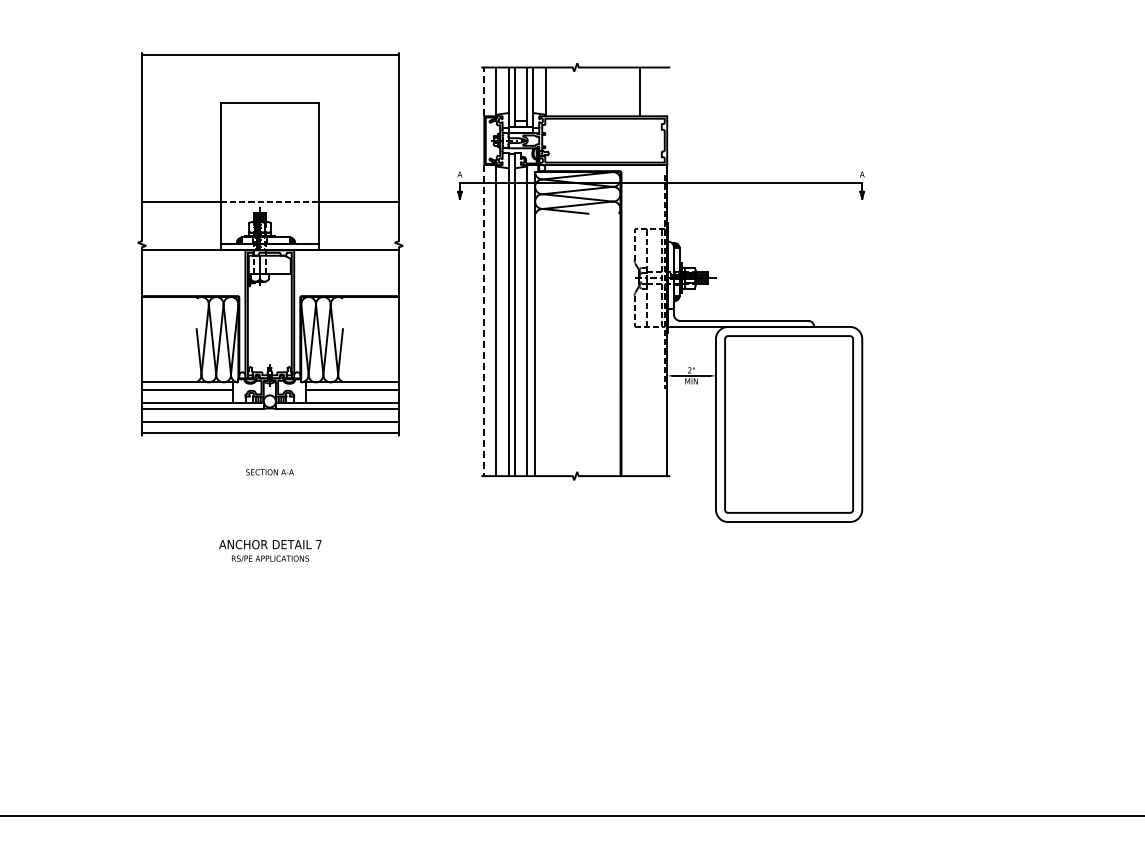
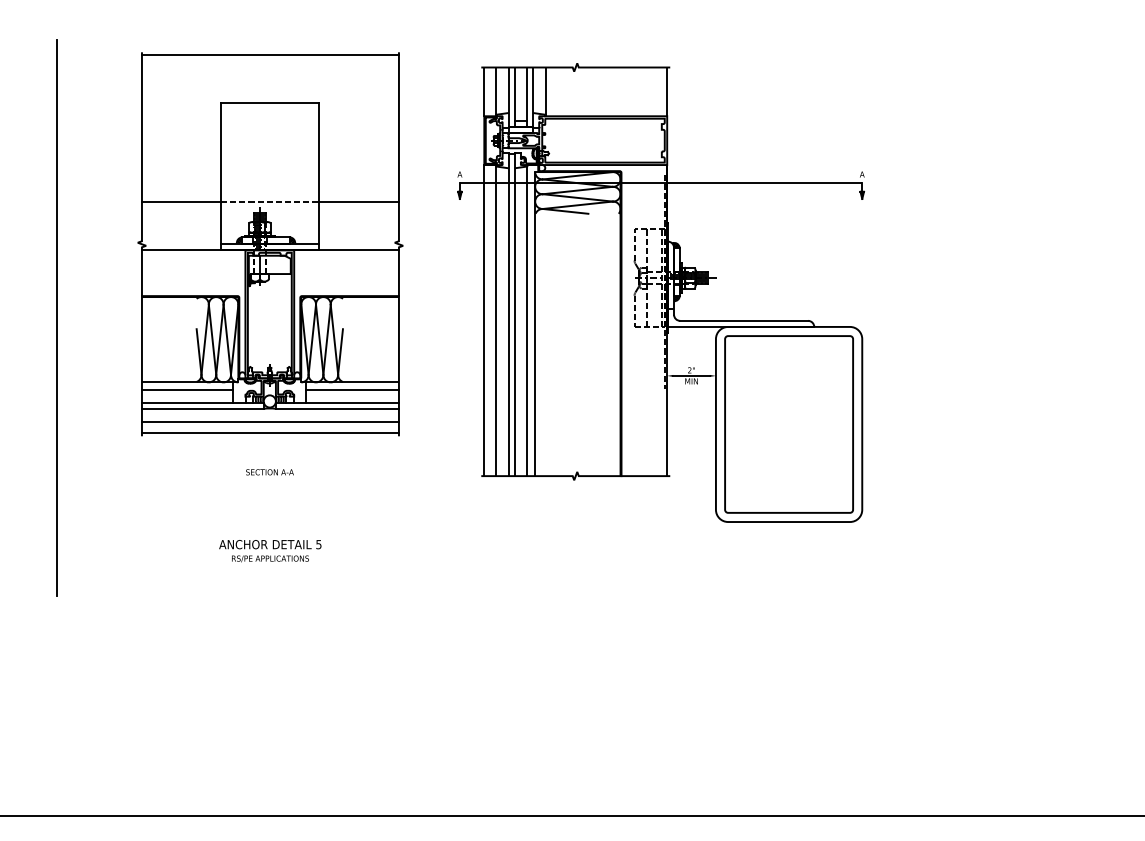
line at (484, 91): dashed -> solid
line at (640, 91) position: (640, 91) -> (667, 91)
line at (56, 318): none -> present
line at (484, 320): dashed -> solid
text at (318, 544): 7 -> 5
